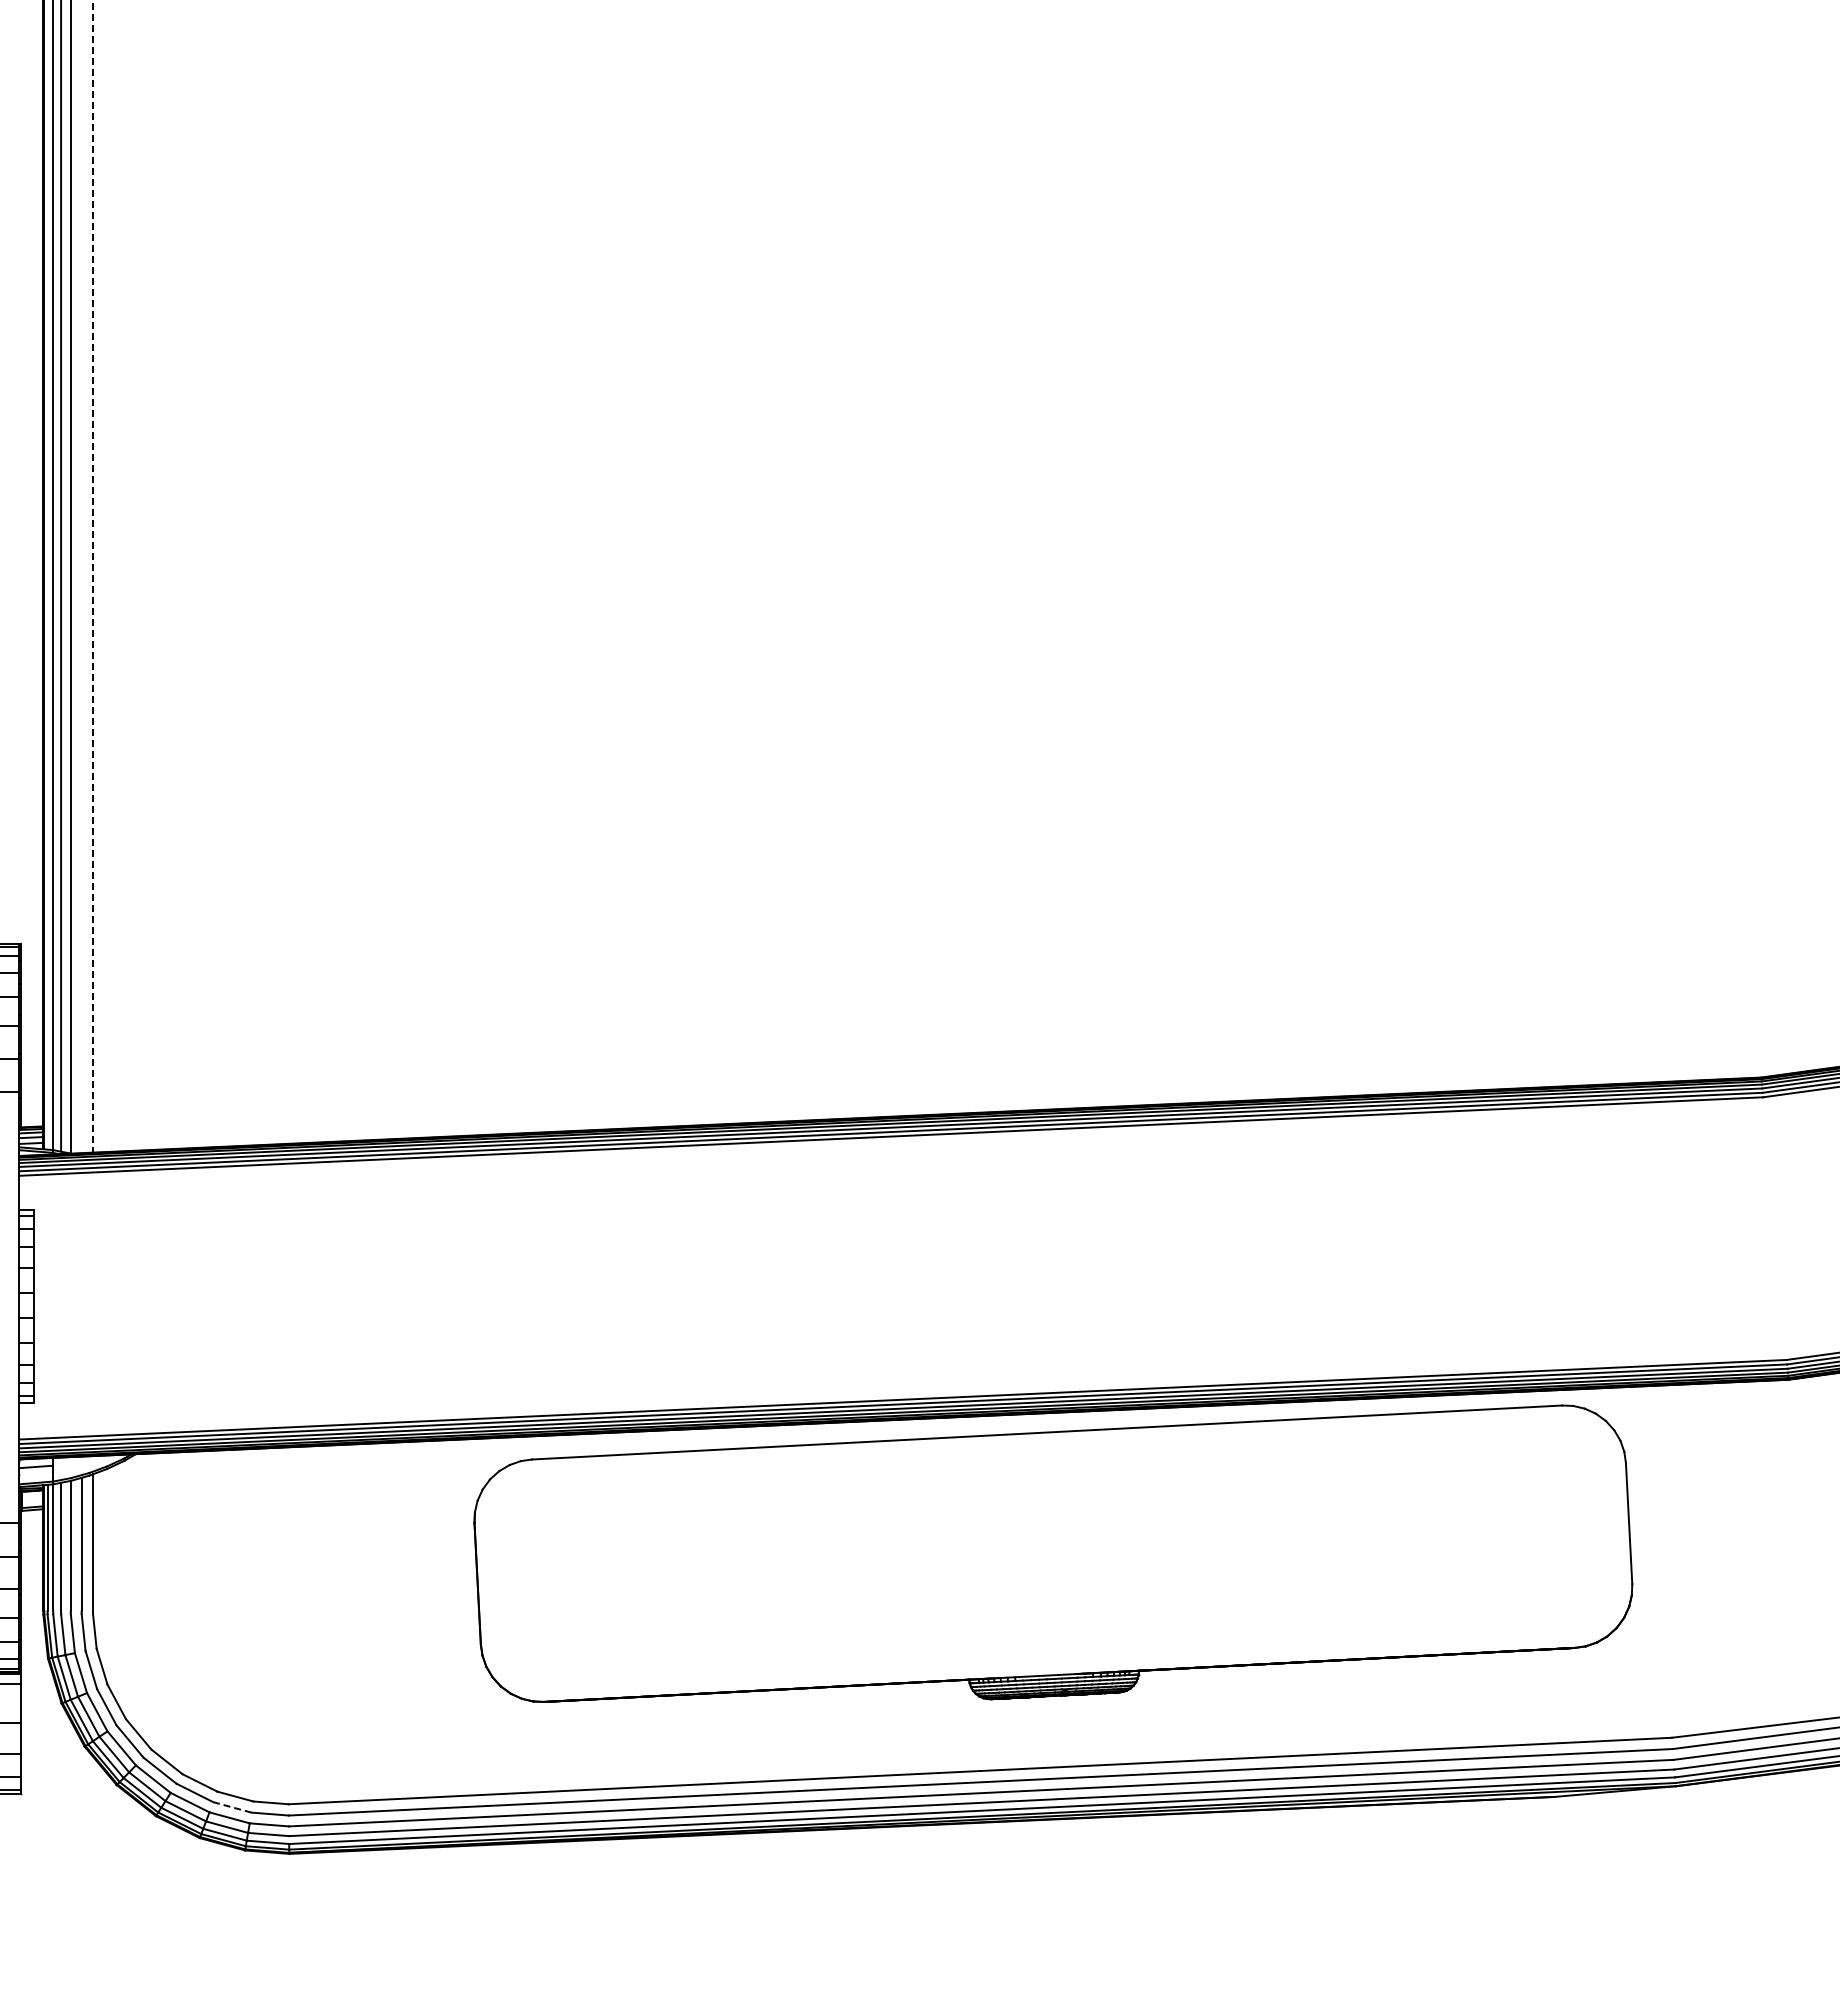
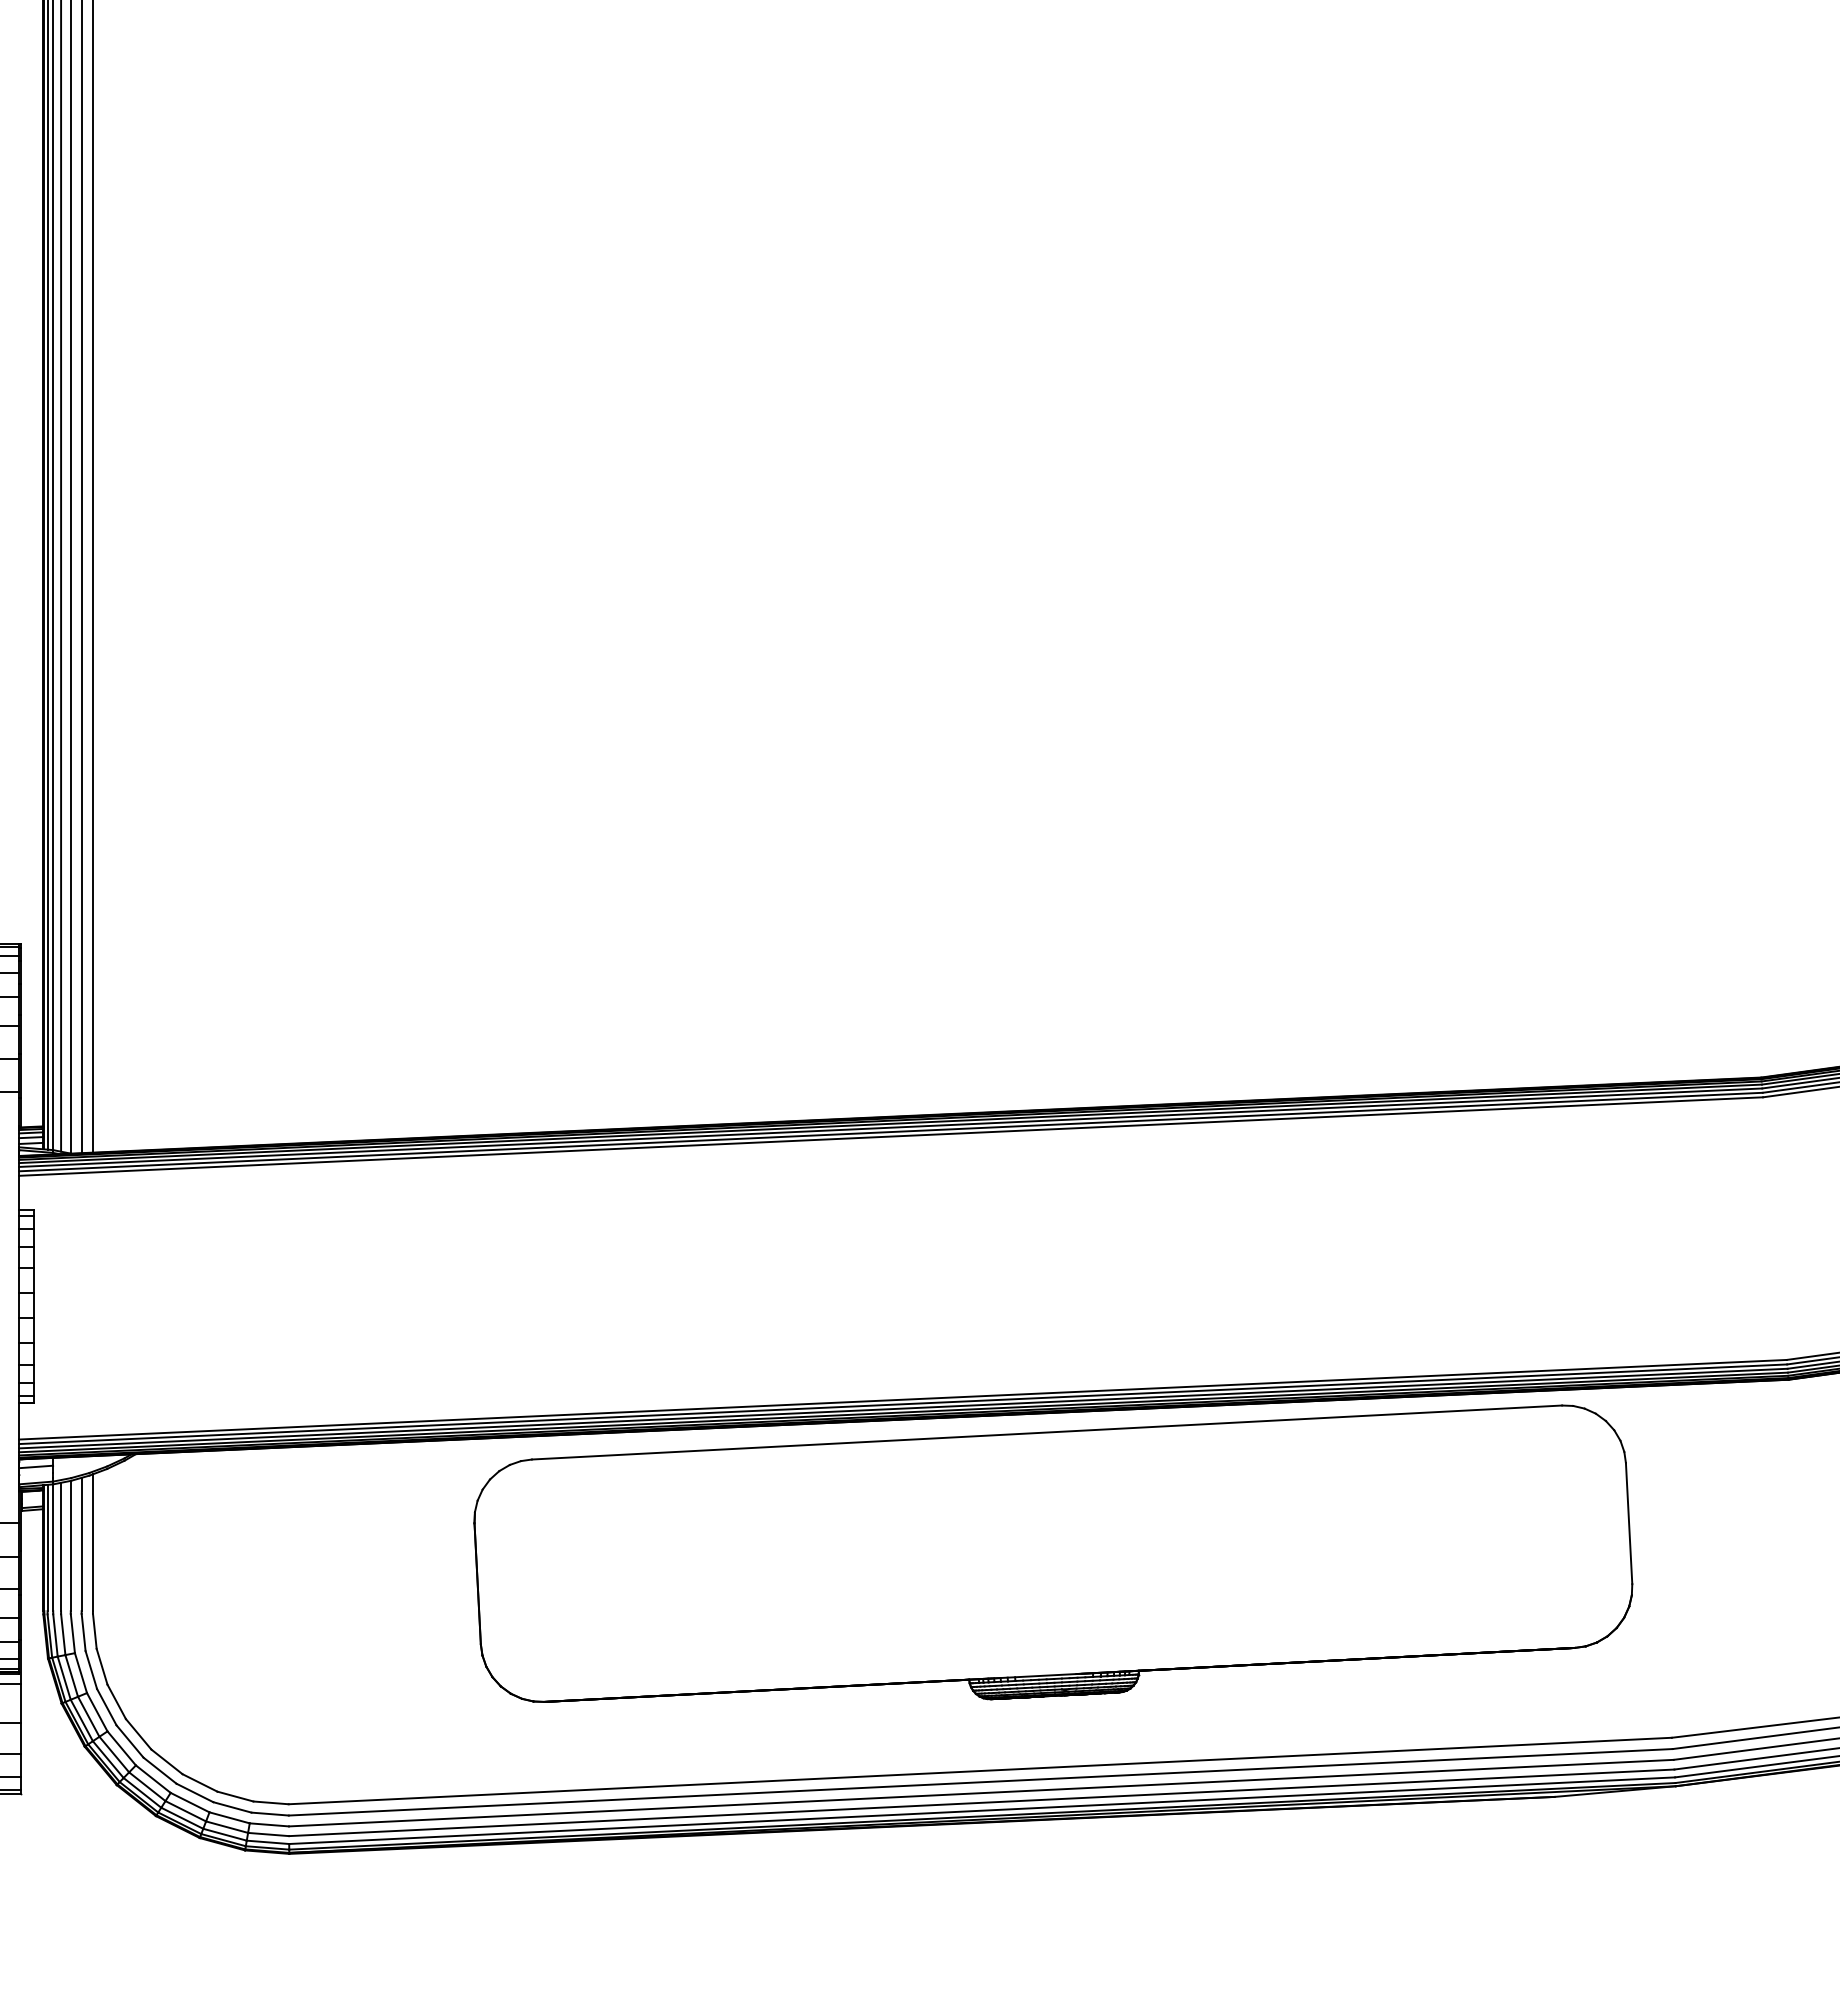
line at (47, 575): none -> present
line at (92, 576): dashed -> solid
line at (81, 577): none -> present
line at (232, 1807): dashed -> solid
